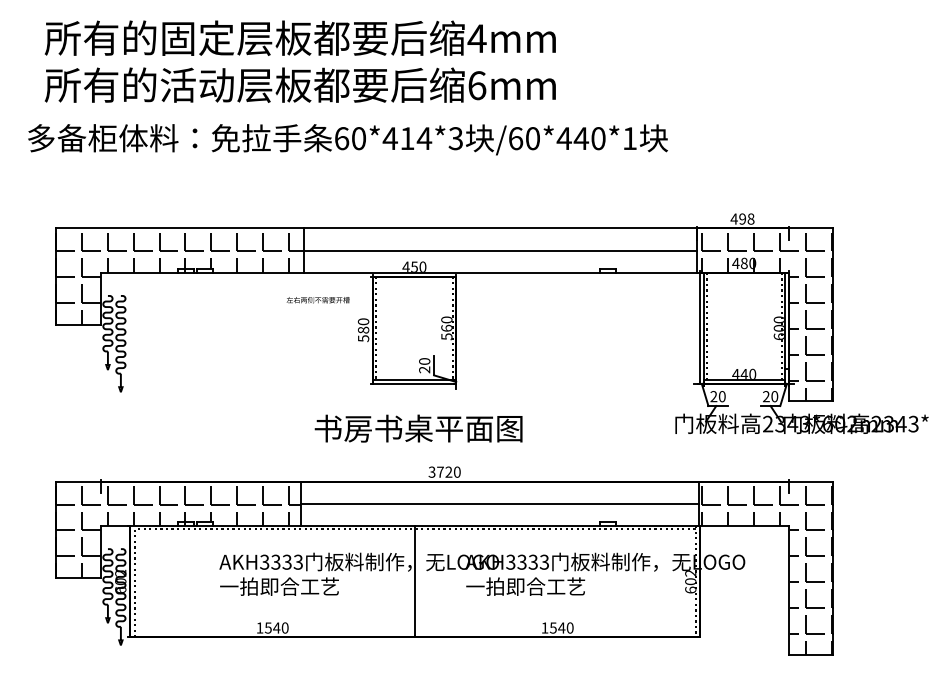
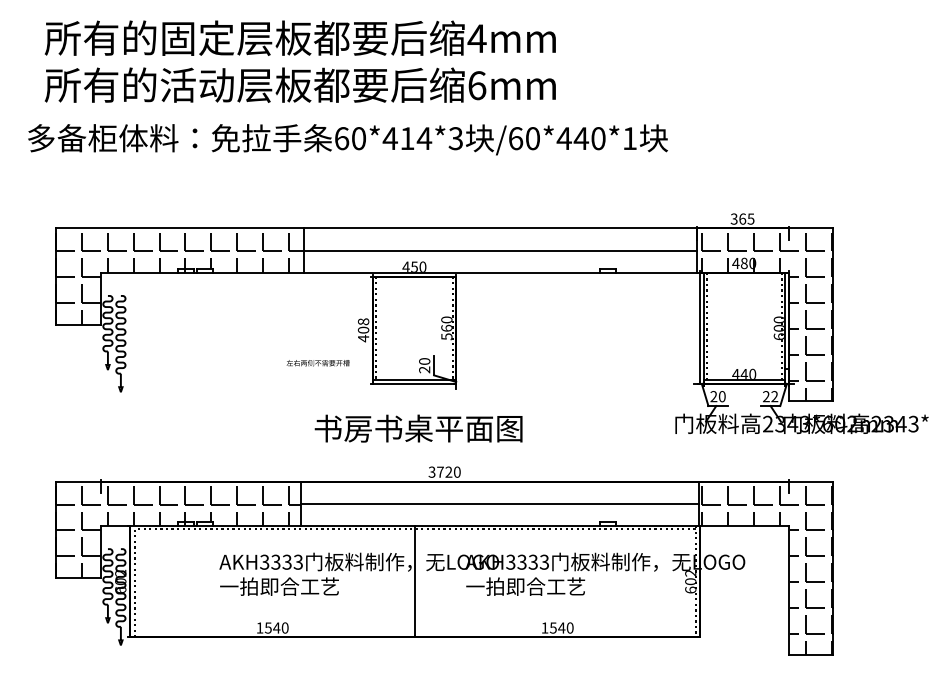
text at (742, 218): 498 -> 365
text at (317, 300) position: (317, 300) -> (317, 363)
text at (363, 330): 580 -> 408
text at (774, 396): 20 -> 22
